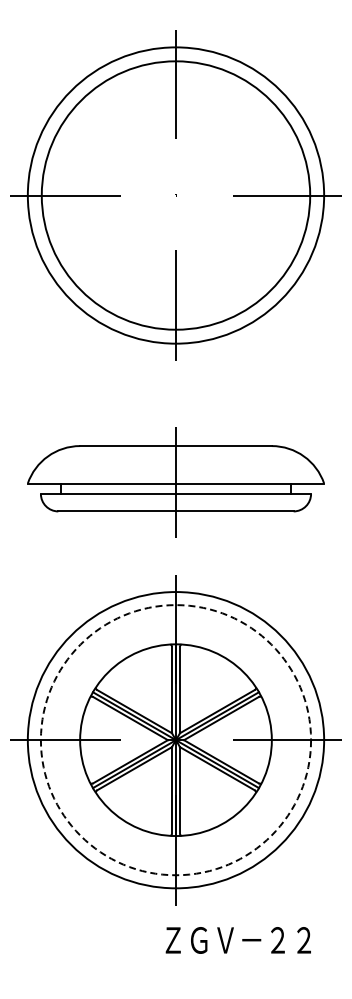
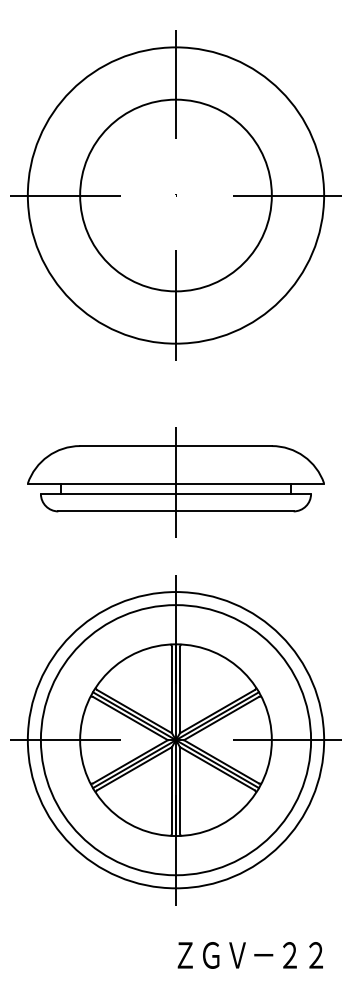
circle at (175, 195) diameter: 268 px -> 192 px
circle at (175, 740): dashed -> solid
text at (237, 940) position: (237, 940) -> (249, 955)
